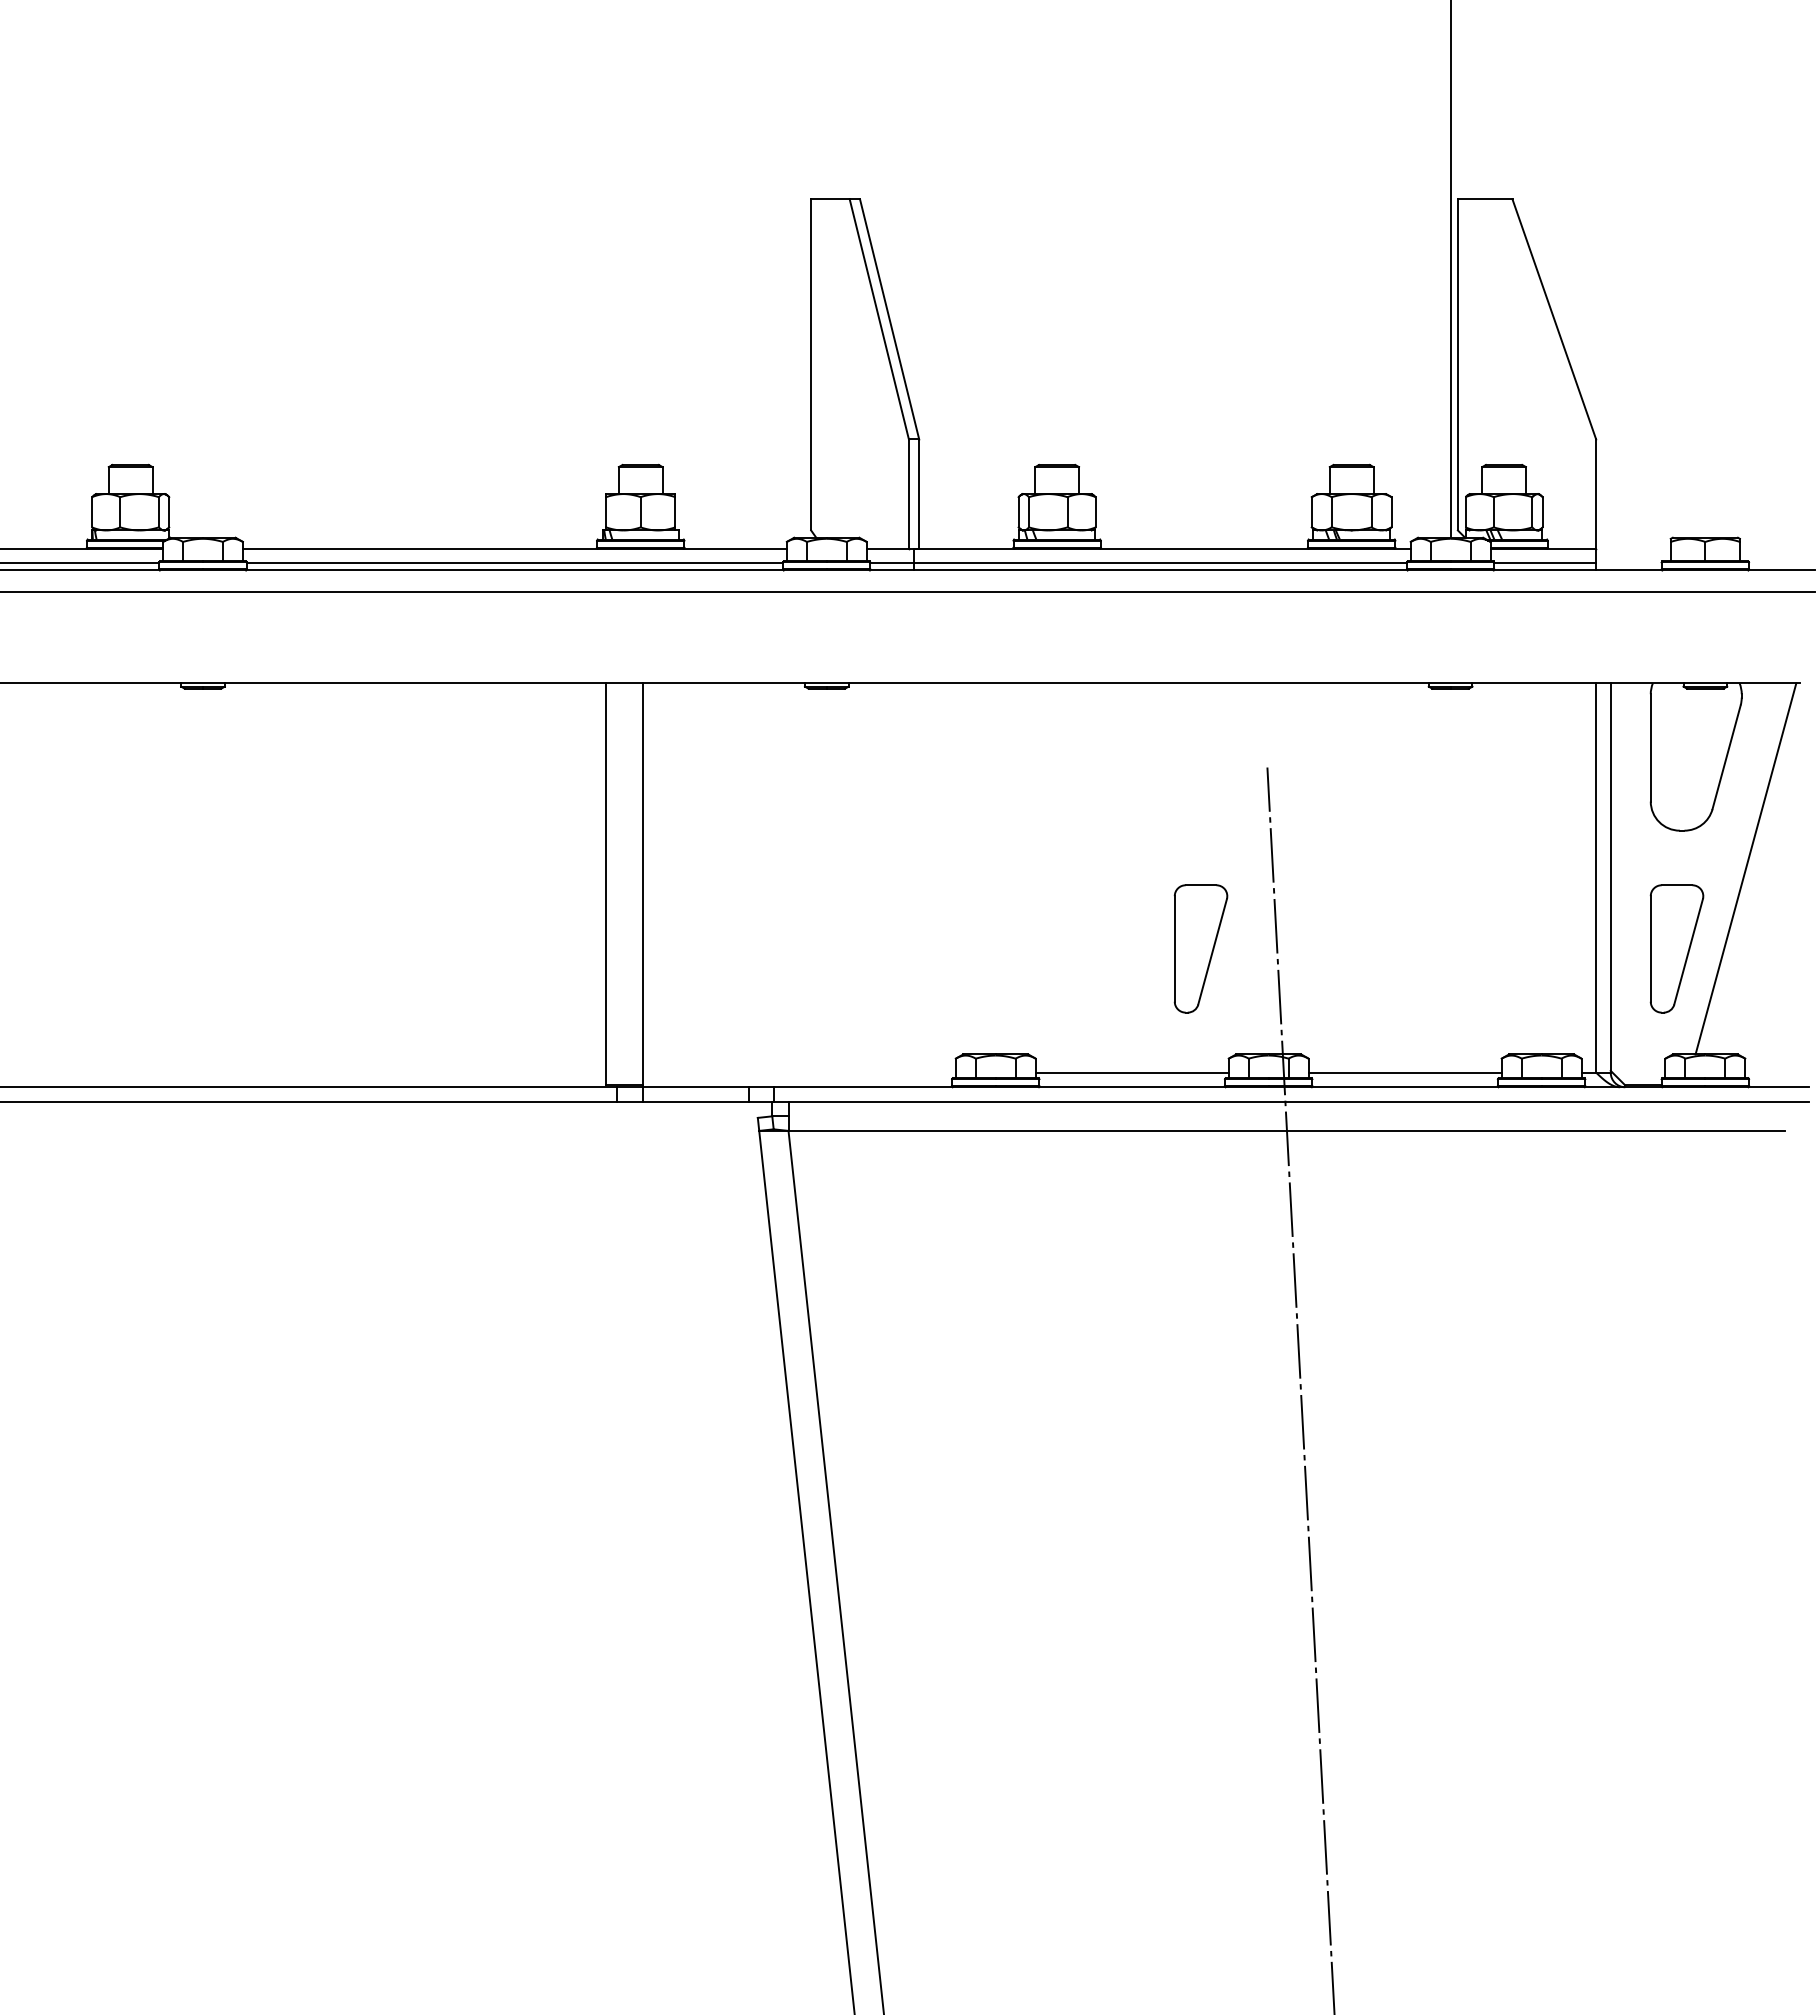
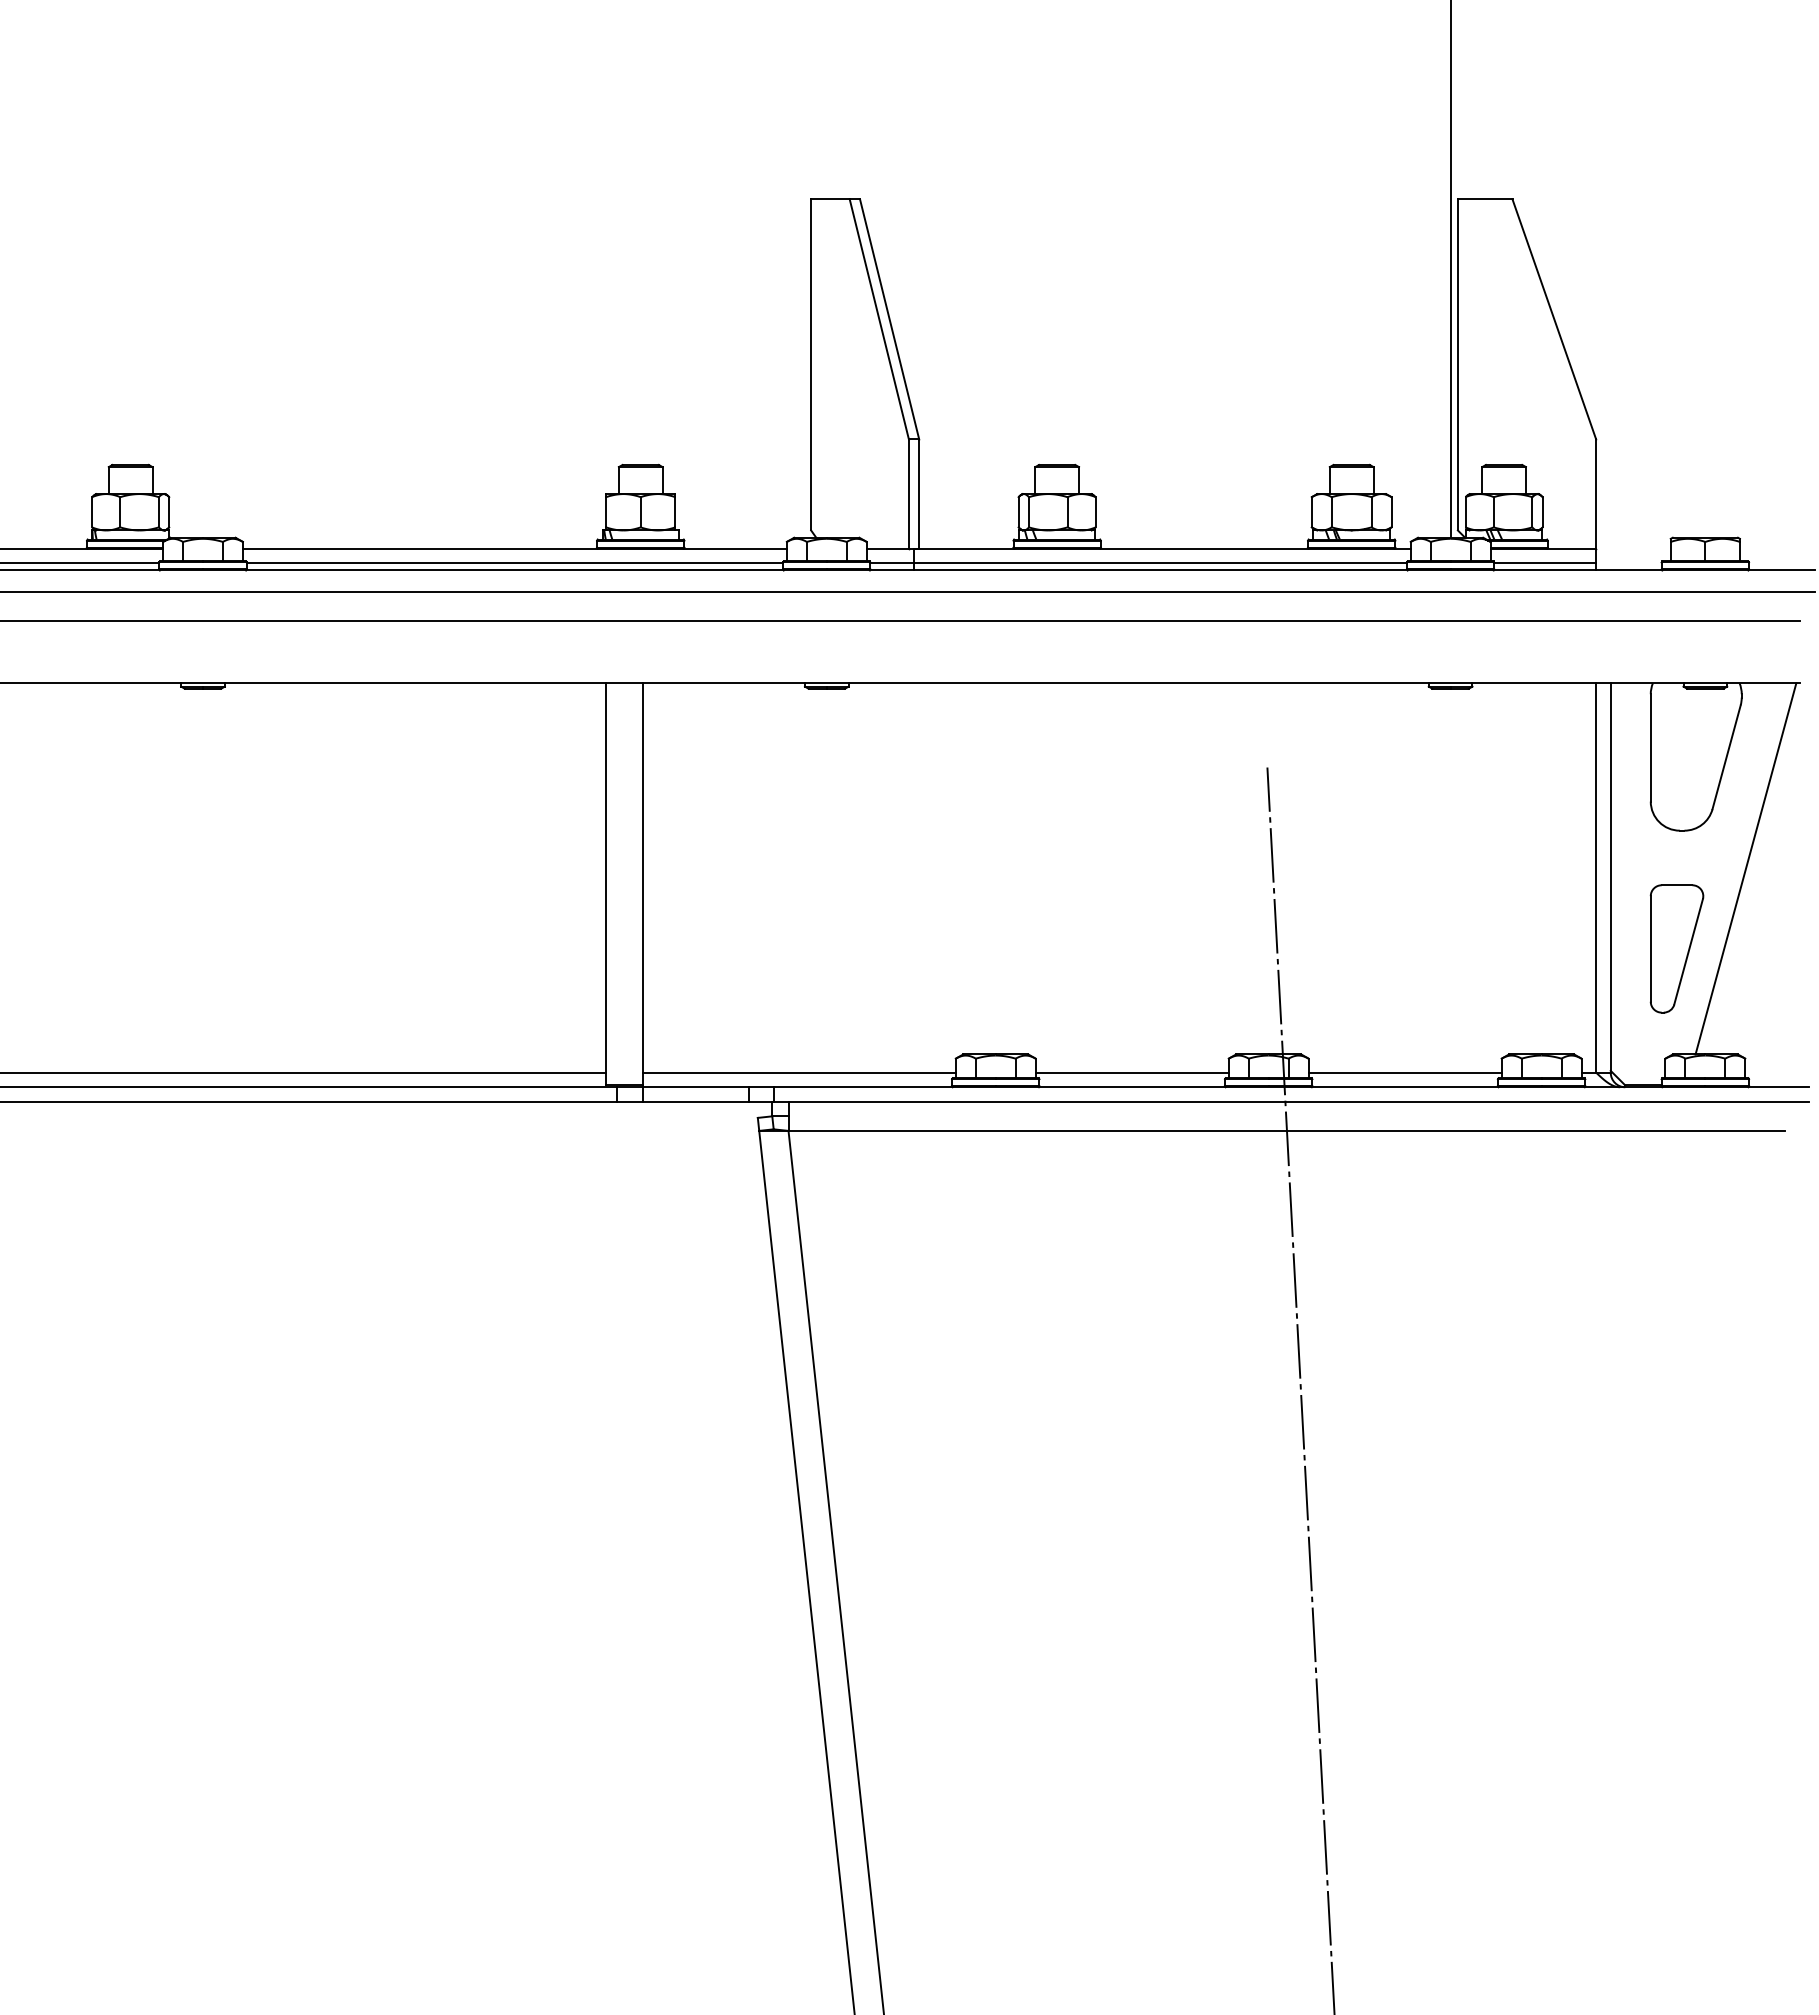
line at (900, 621): none -> present
part at (1200, 948): present -> none
line at (304, 1072): none -> present
line at (798, 1072): none -> present
